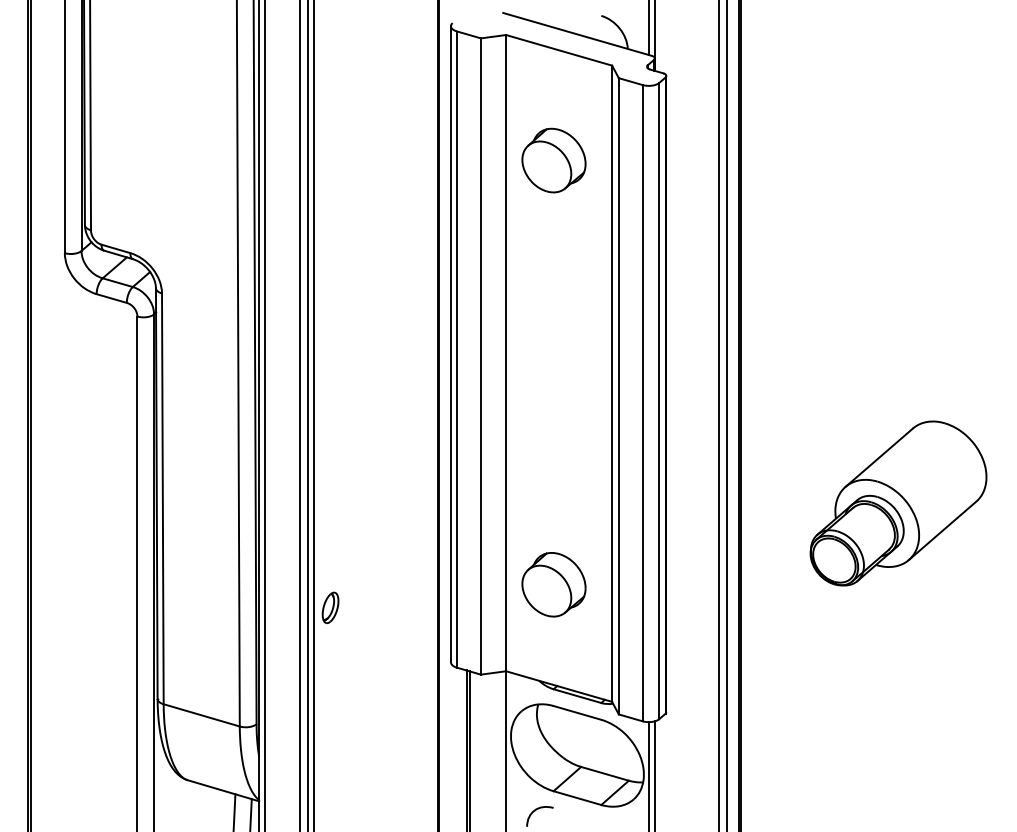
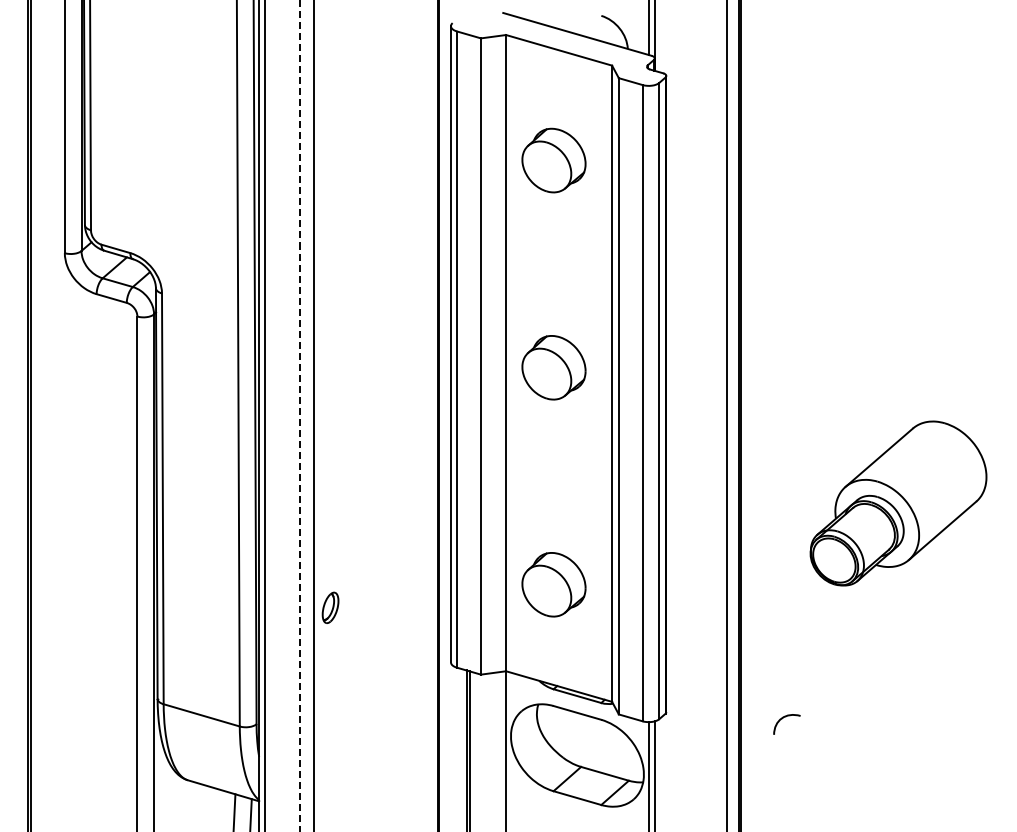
part at (553, 367): none -> present
line at (299, 415): solid -> dashed
line at (307, 415): present -> none
line at (718, 415): present -> none
curve at (535, 811) position: (535, 811) -> (782, 719)
